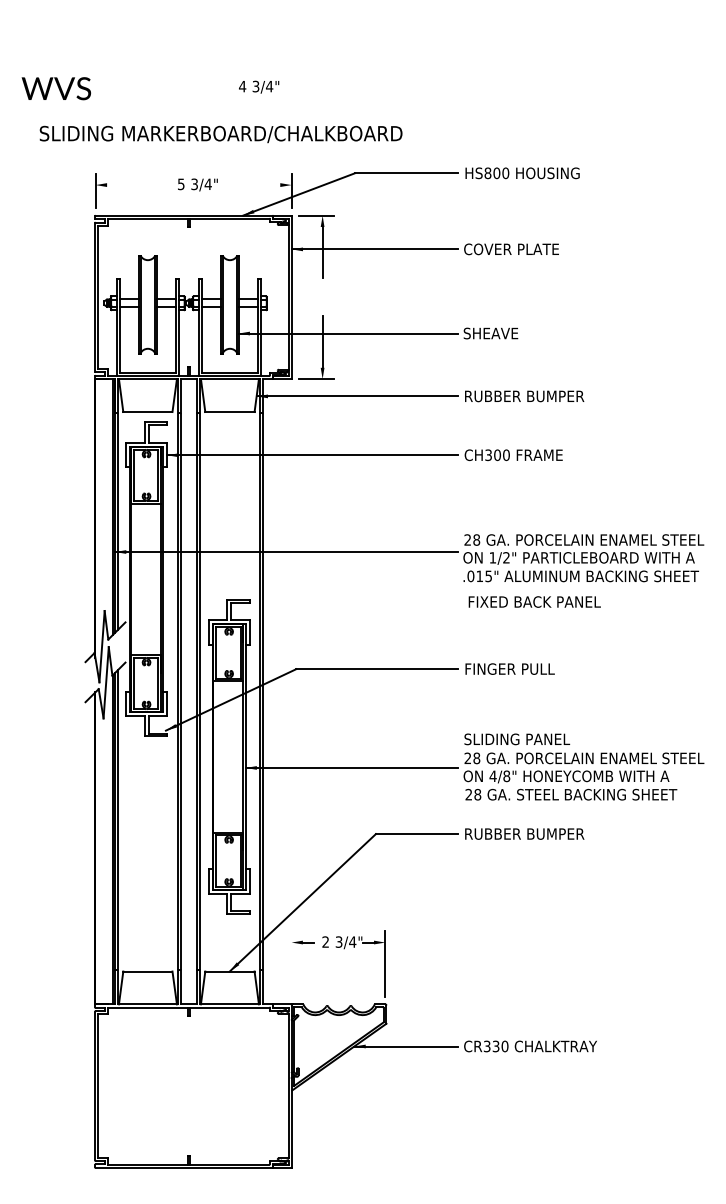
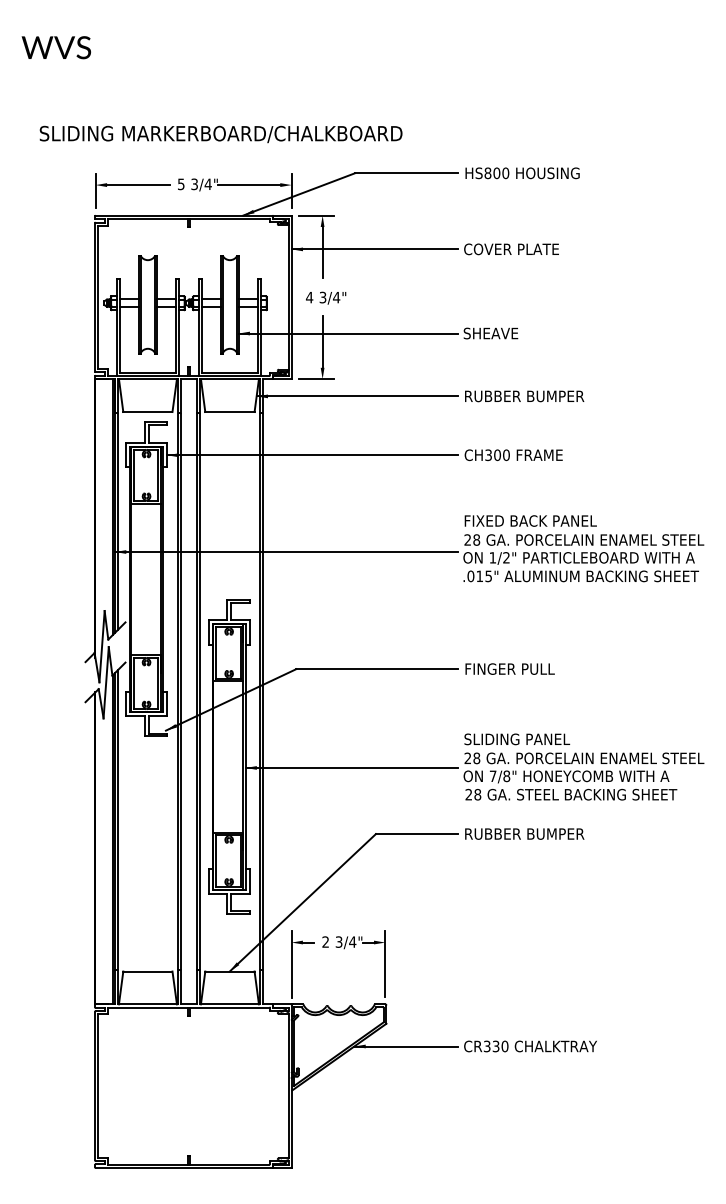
text at (259, 86) position: (259, 86) -> (326, 297)
text at (55, 88) position: (55, 88) -> (55, 47)
line at (138, 185): none -> present
line at (248, 185): none -> present
text at (534, 601) position: (534, 601) -> (530, 520)
text at (492, 775): 4/8" -> 7/8"
line at (291, 964): none -> present
